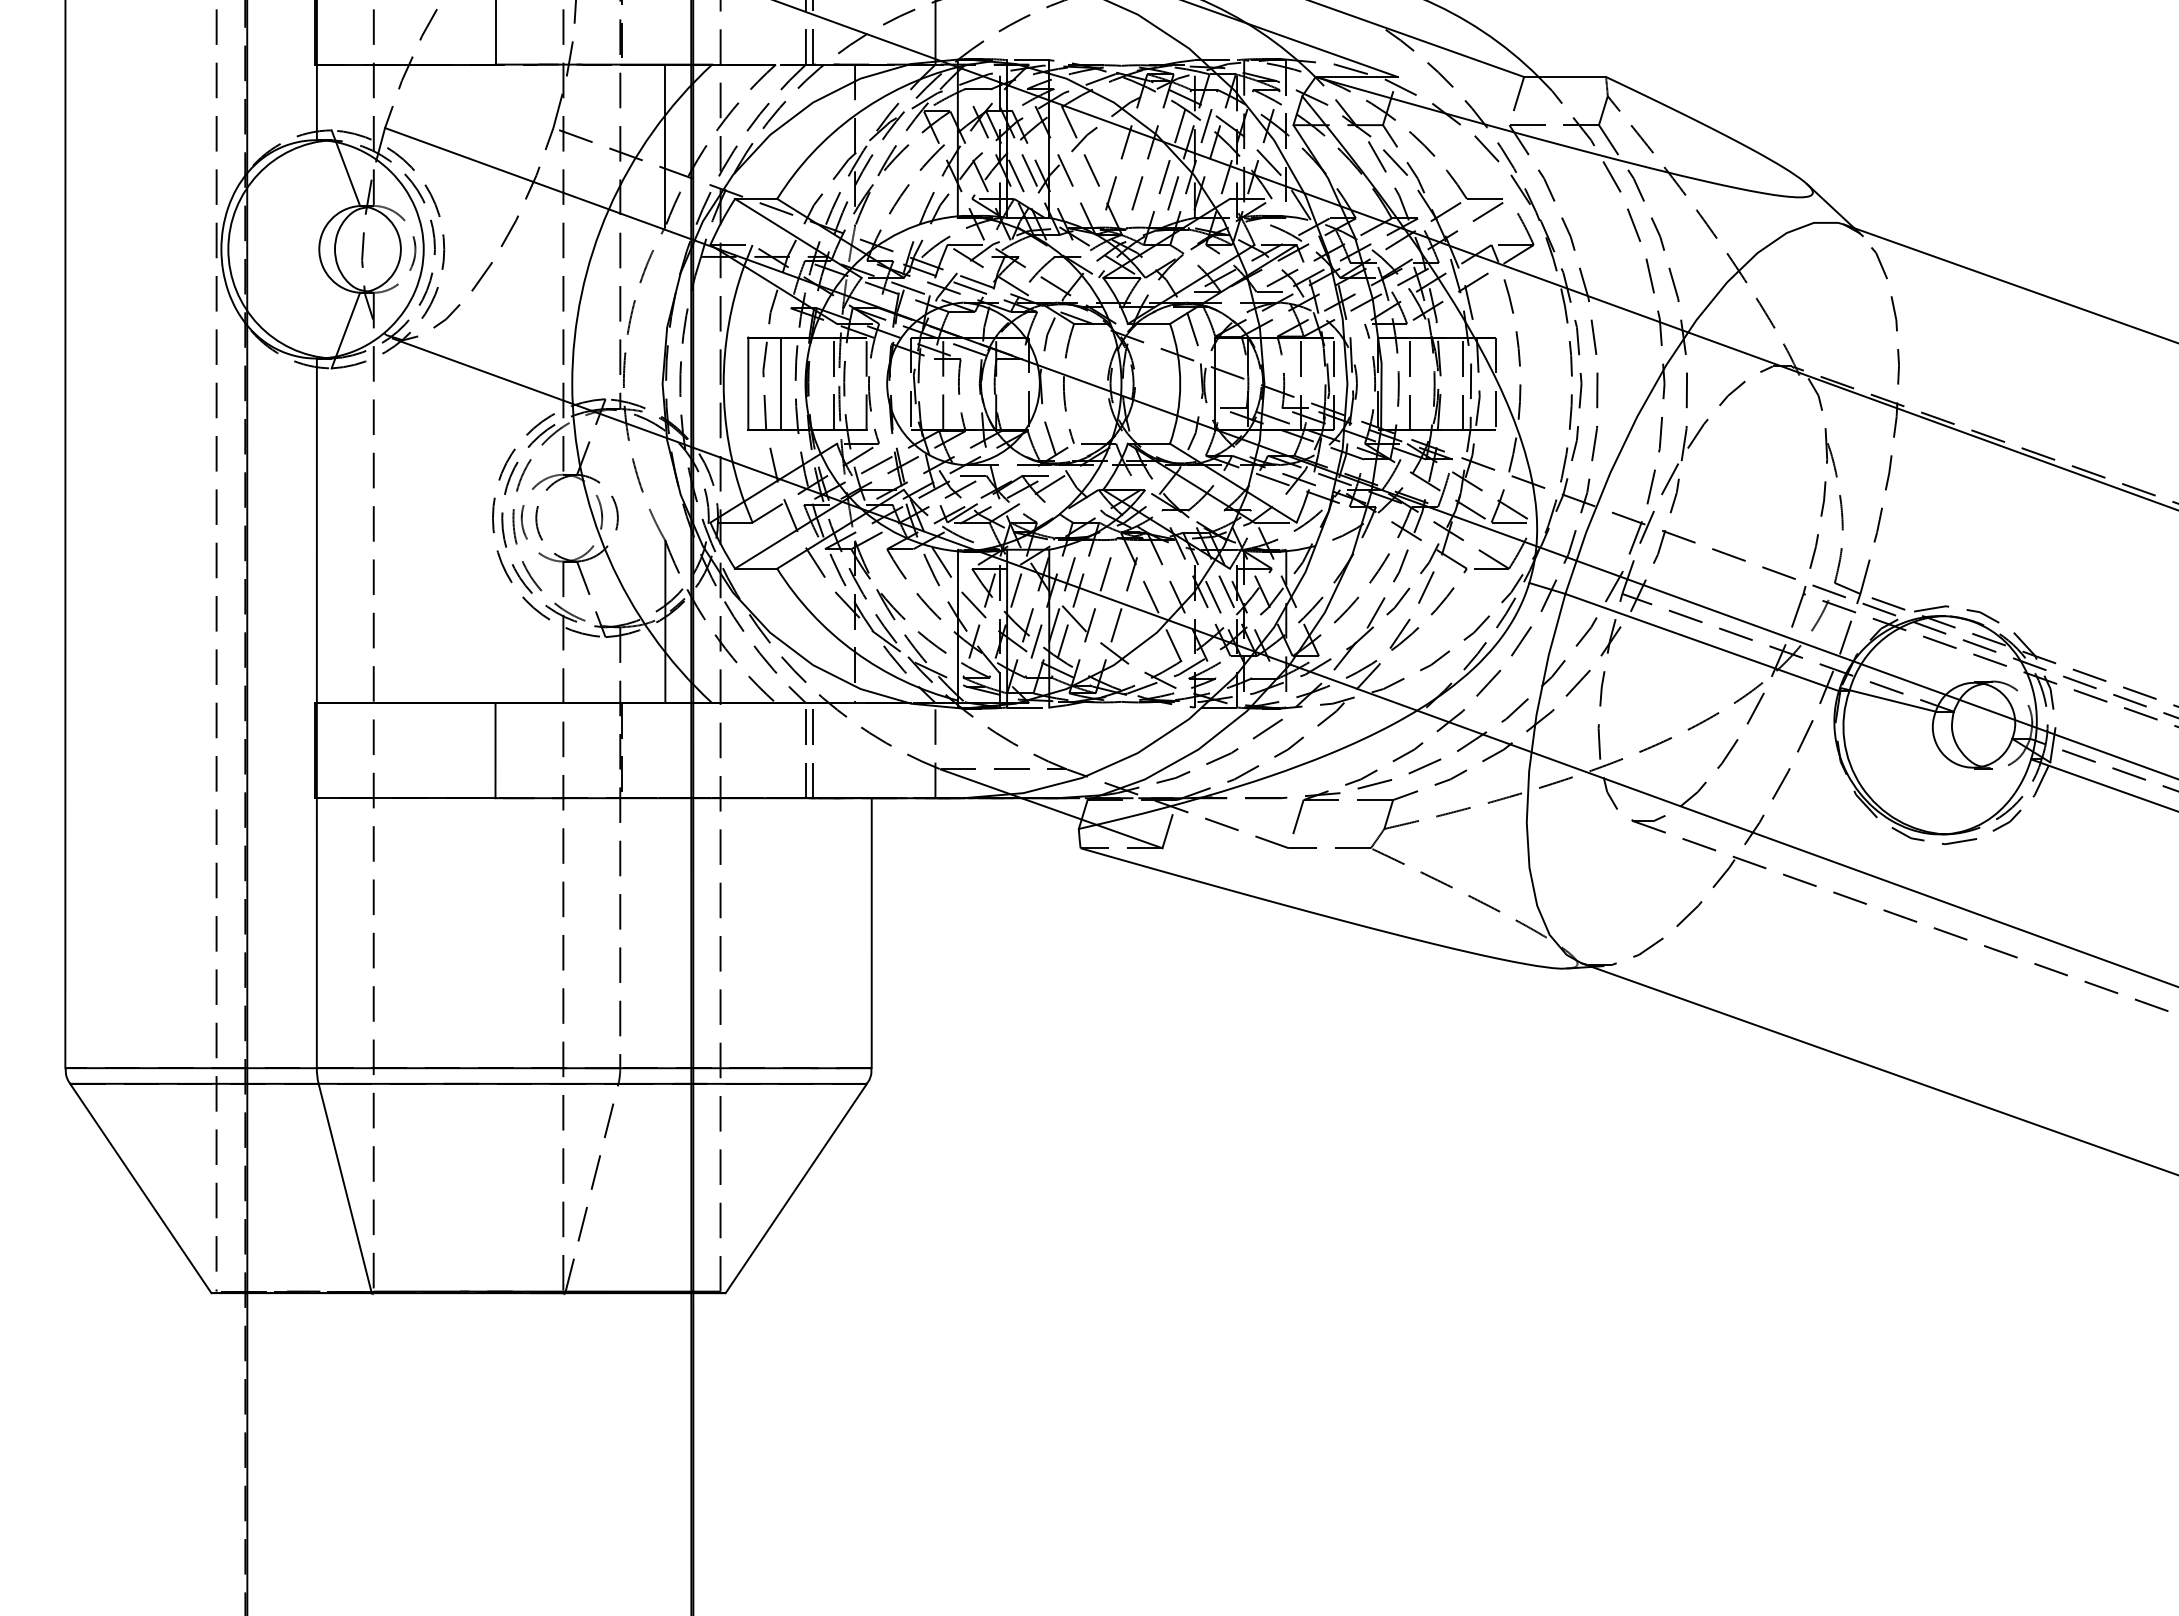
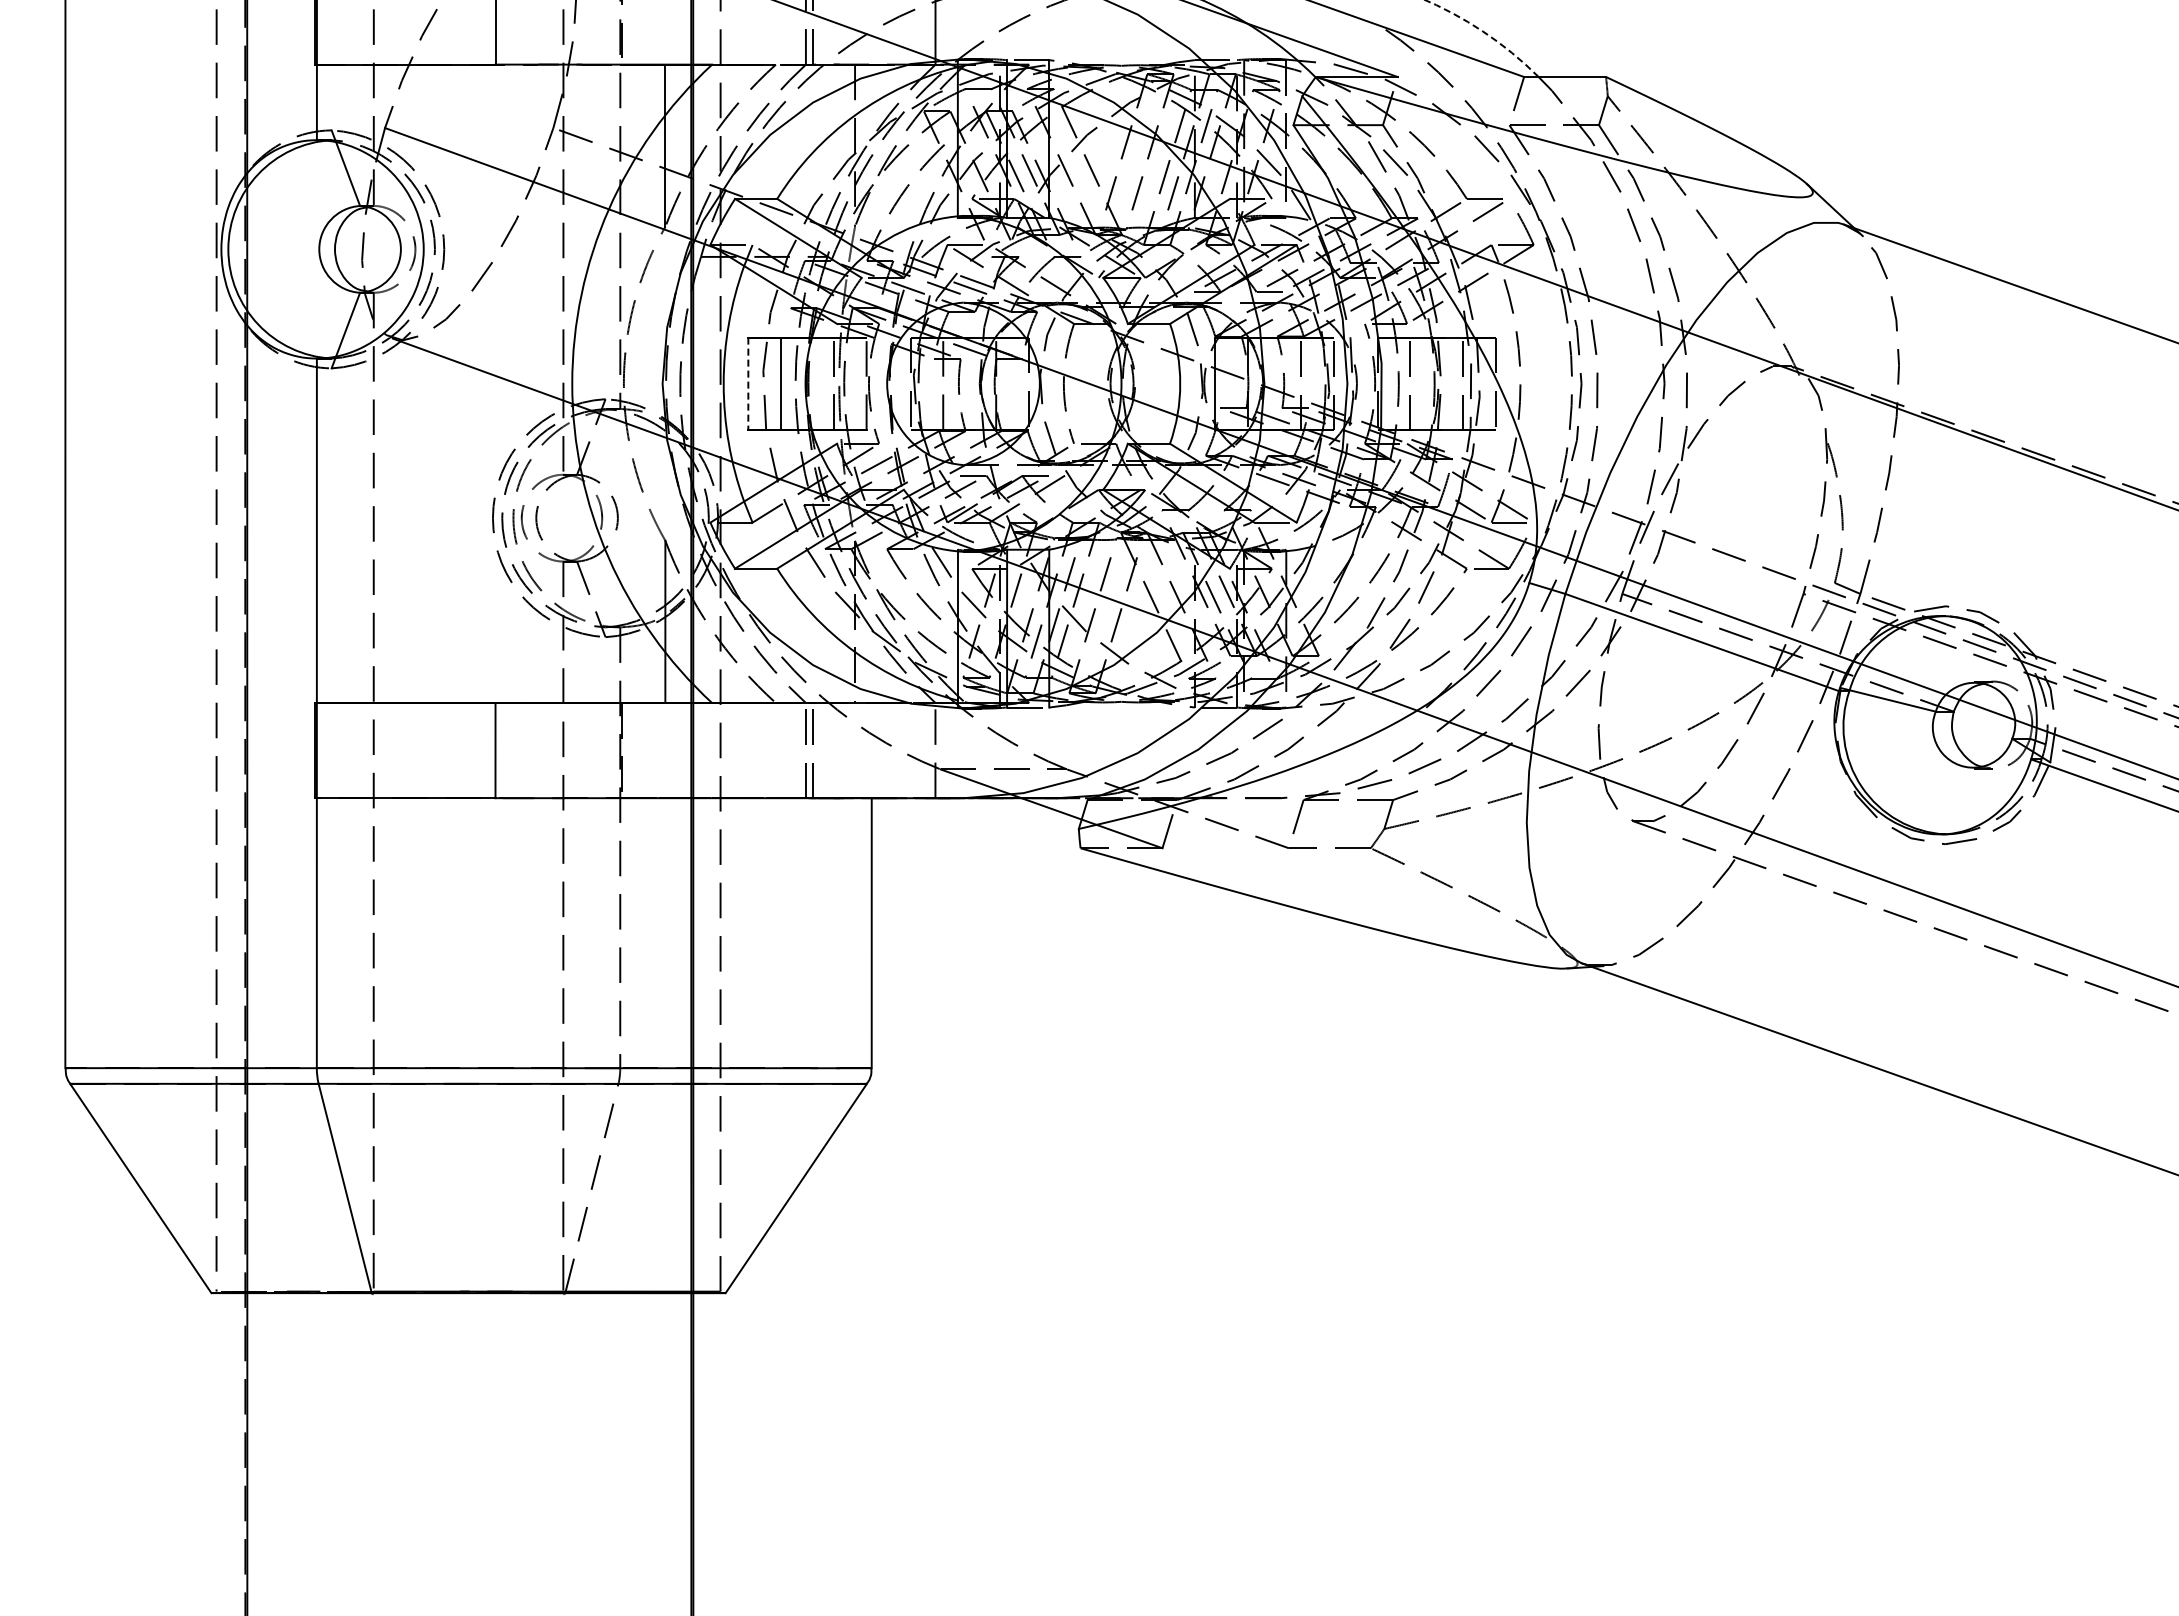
arc at (1485, 33): solid -> dashed
line at (748, 384): solid -> dashed
